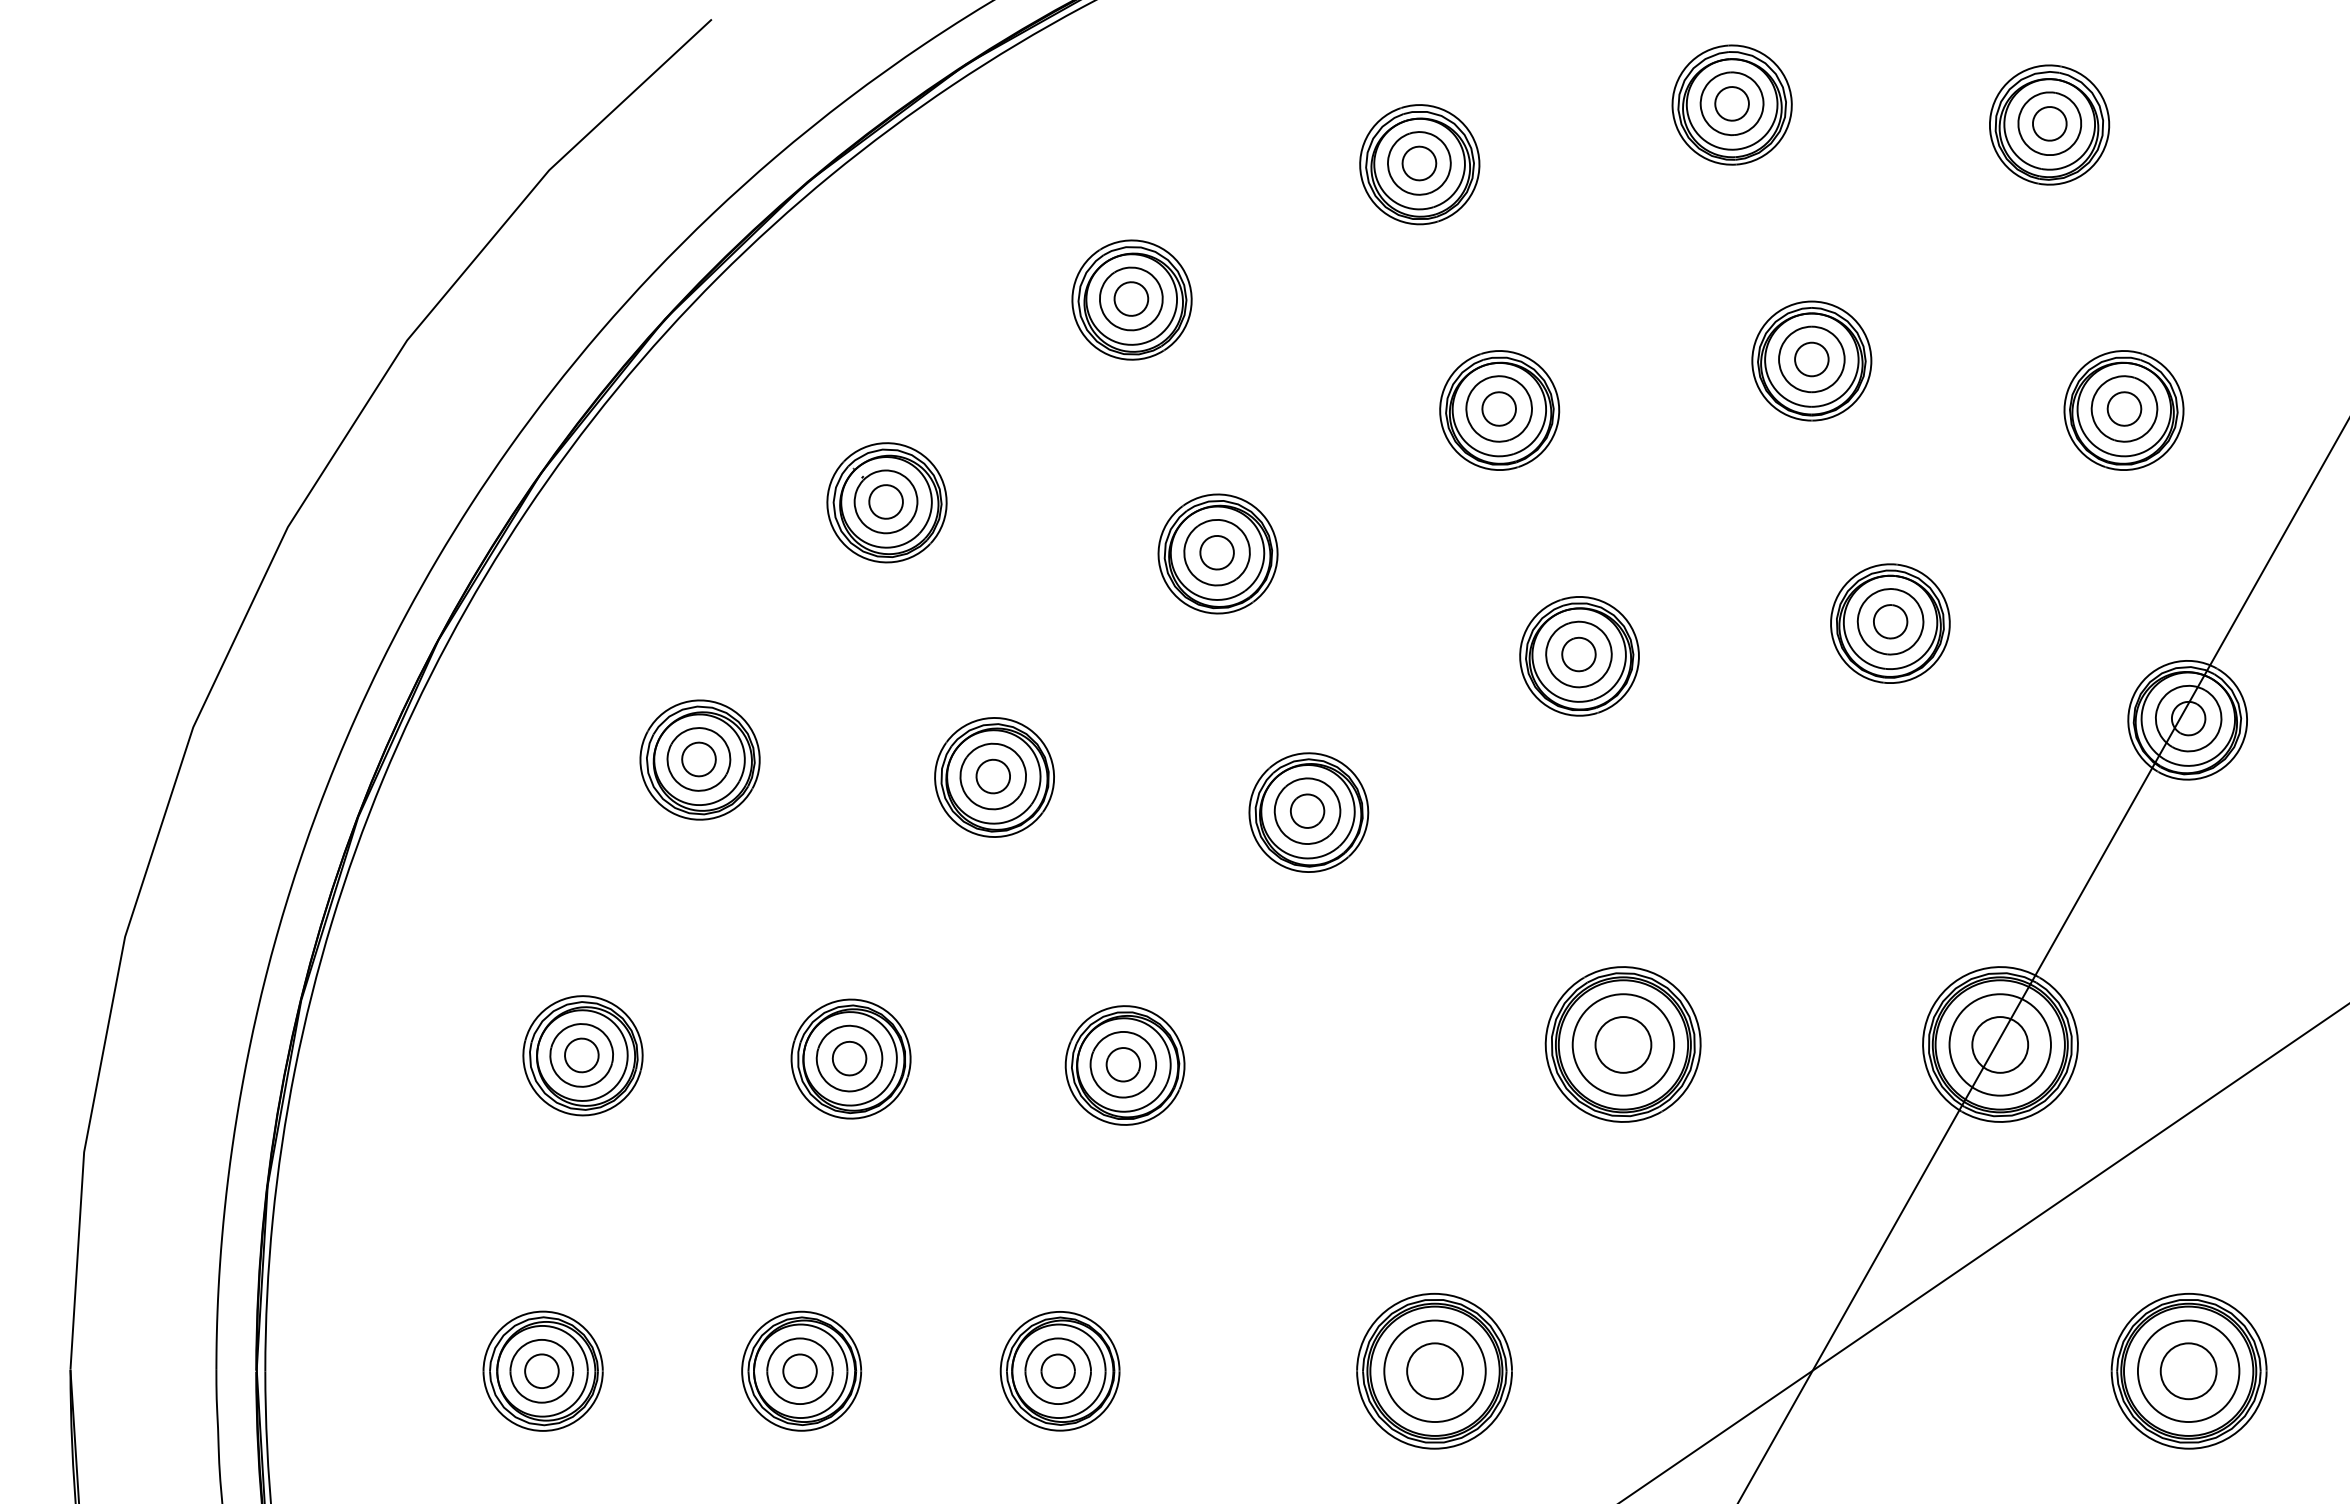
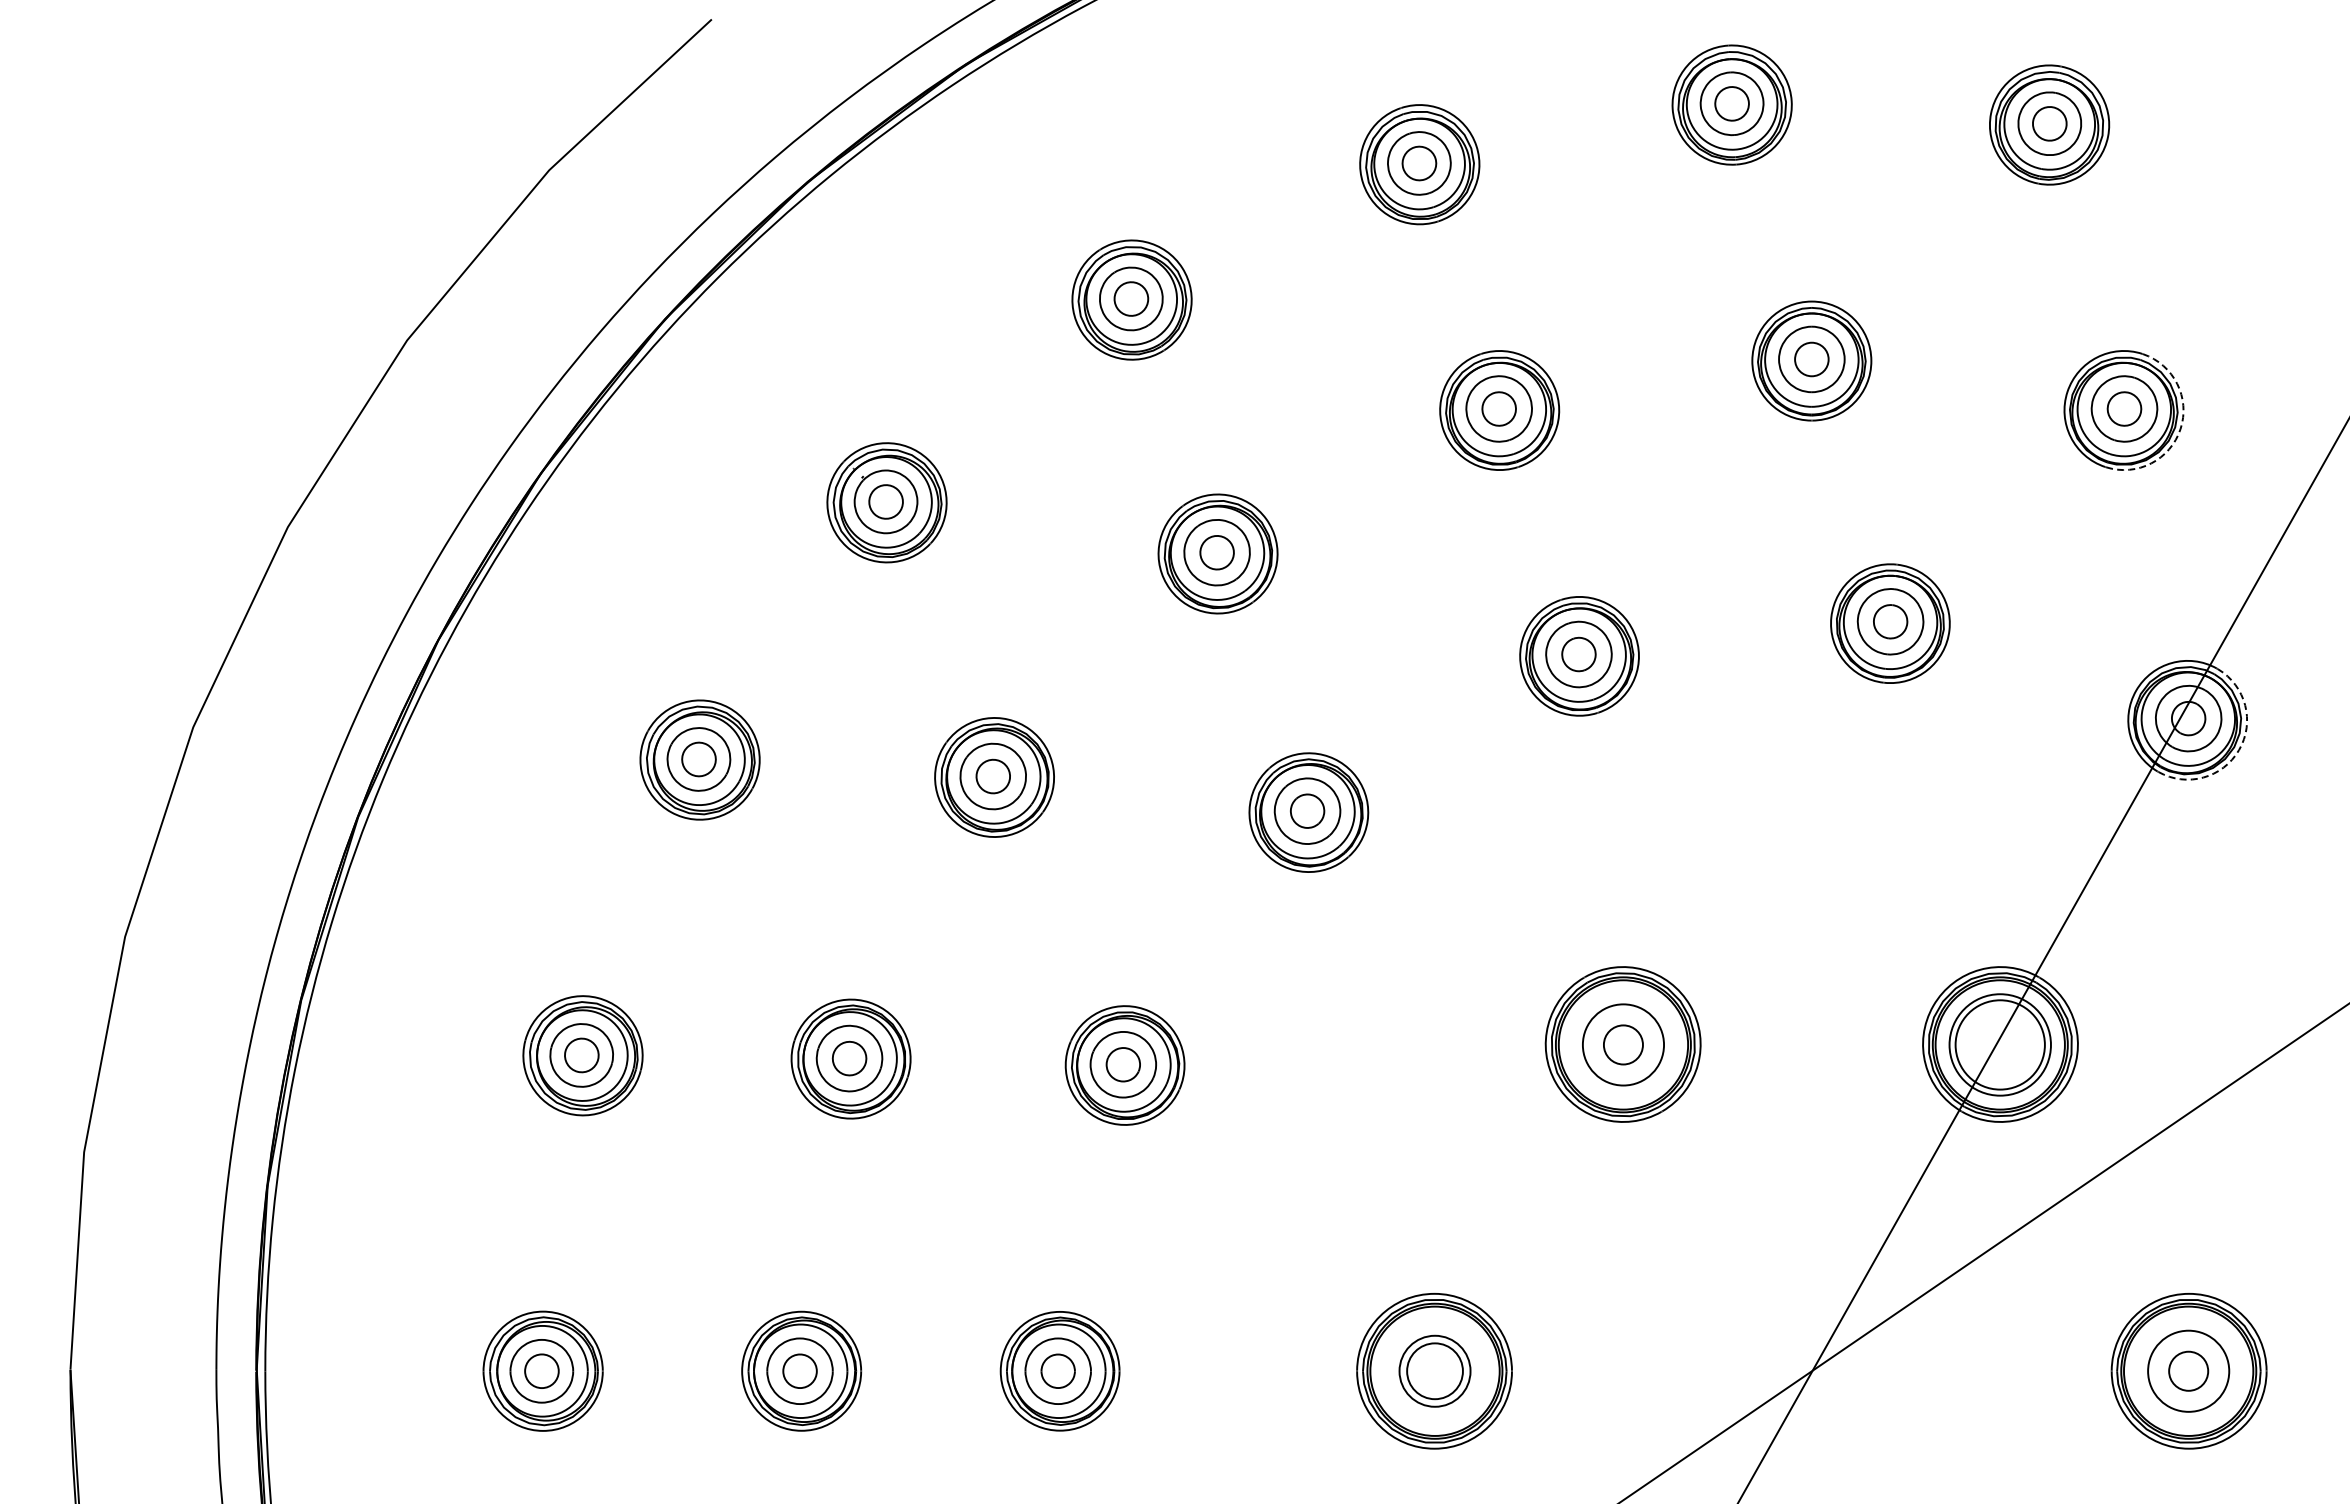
arc at (2180, 429): solid -> dashed
arc at (2239, 750): solid -> dashed
circle at (1623, 1044) diameter: 101 px -> 81 px
circle at (1623, 1044) diameter: 56 px -> 39 px
circle at (2000, 1044) diameter: 56 px -> 89 px
circle at (1434, 1371) diameter: 101 px -> 71 px
circle at (2188, 1371) diameter: 101 px -> 81 px
circle at (2188, 1371) diameter: 56 px -> 39 px
